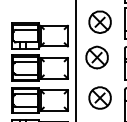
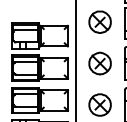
part at (96, 57) position: (96, 57) -> (99, 63)
part at (99, 97) position: (99, 97) -> (99, 104)
